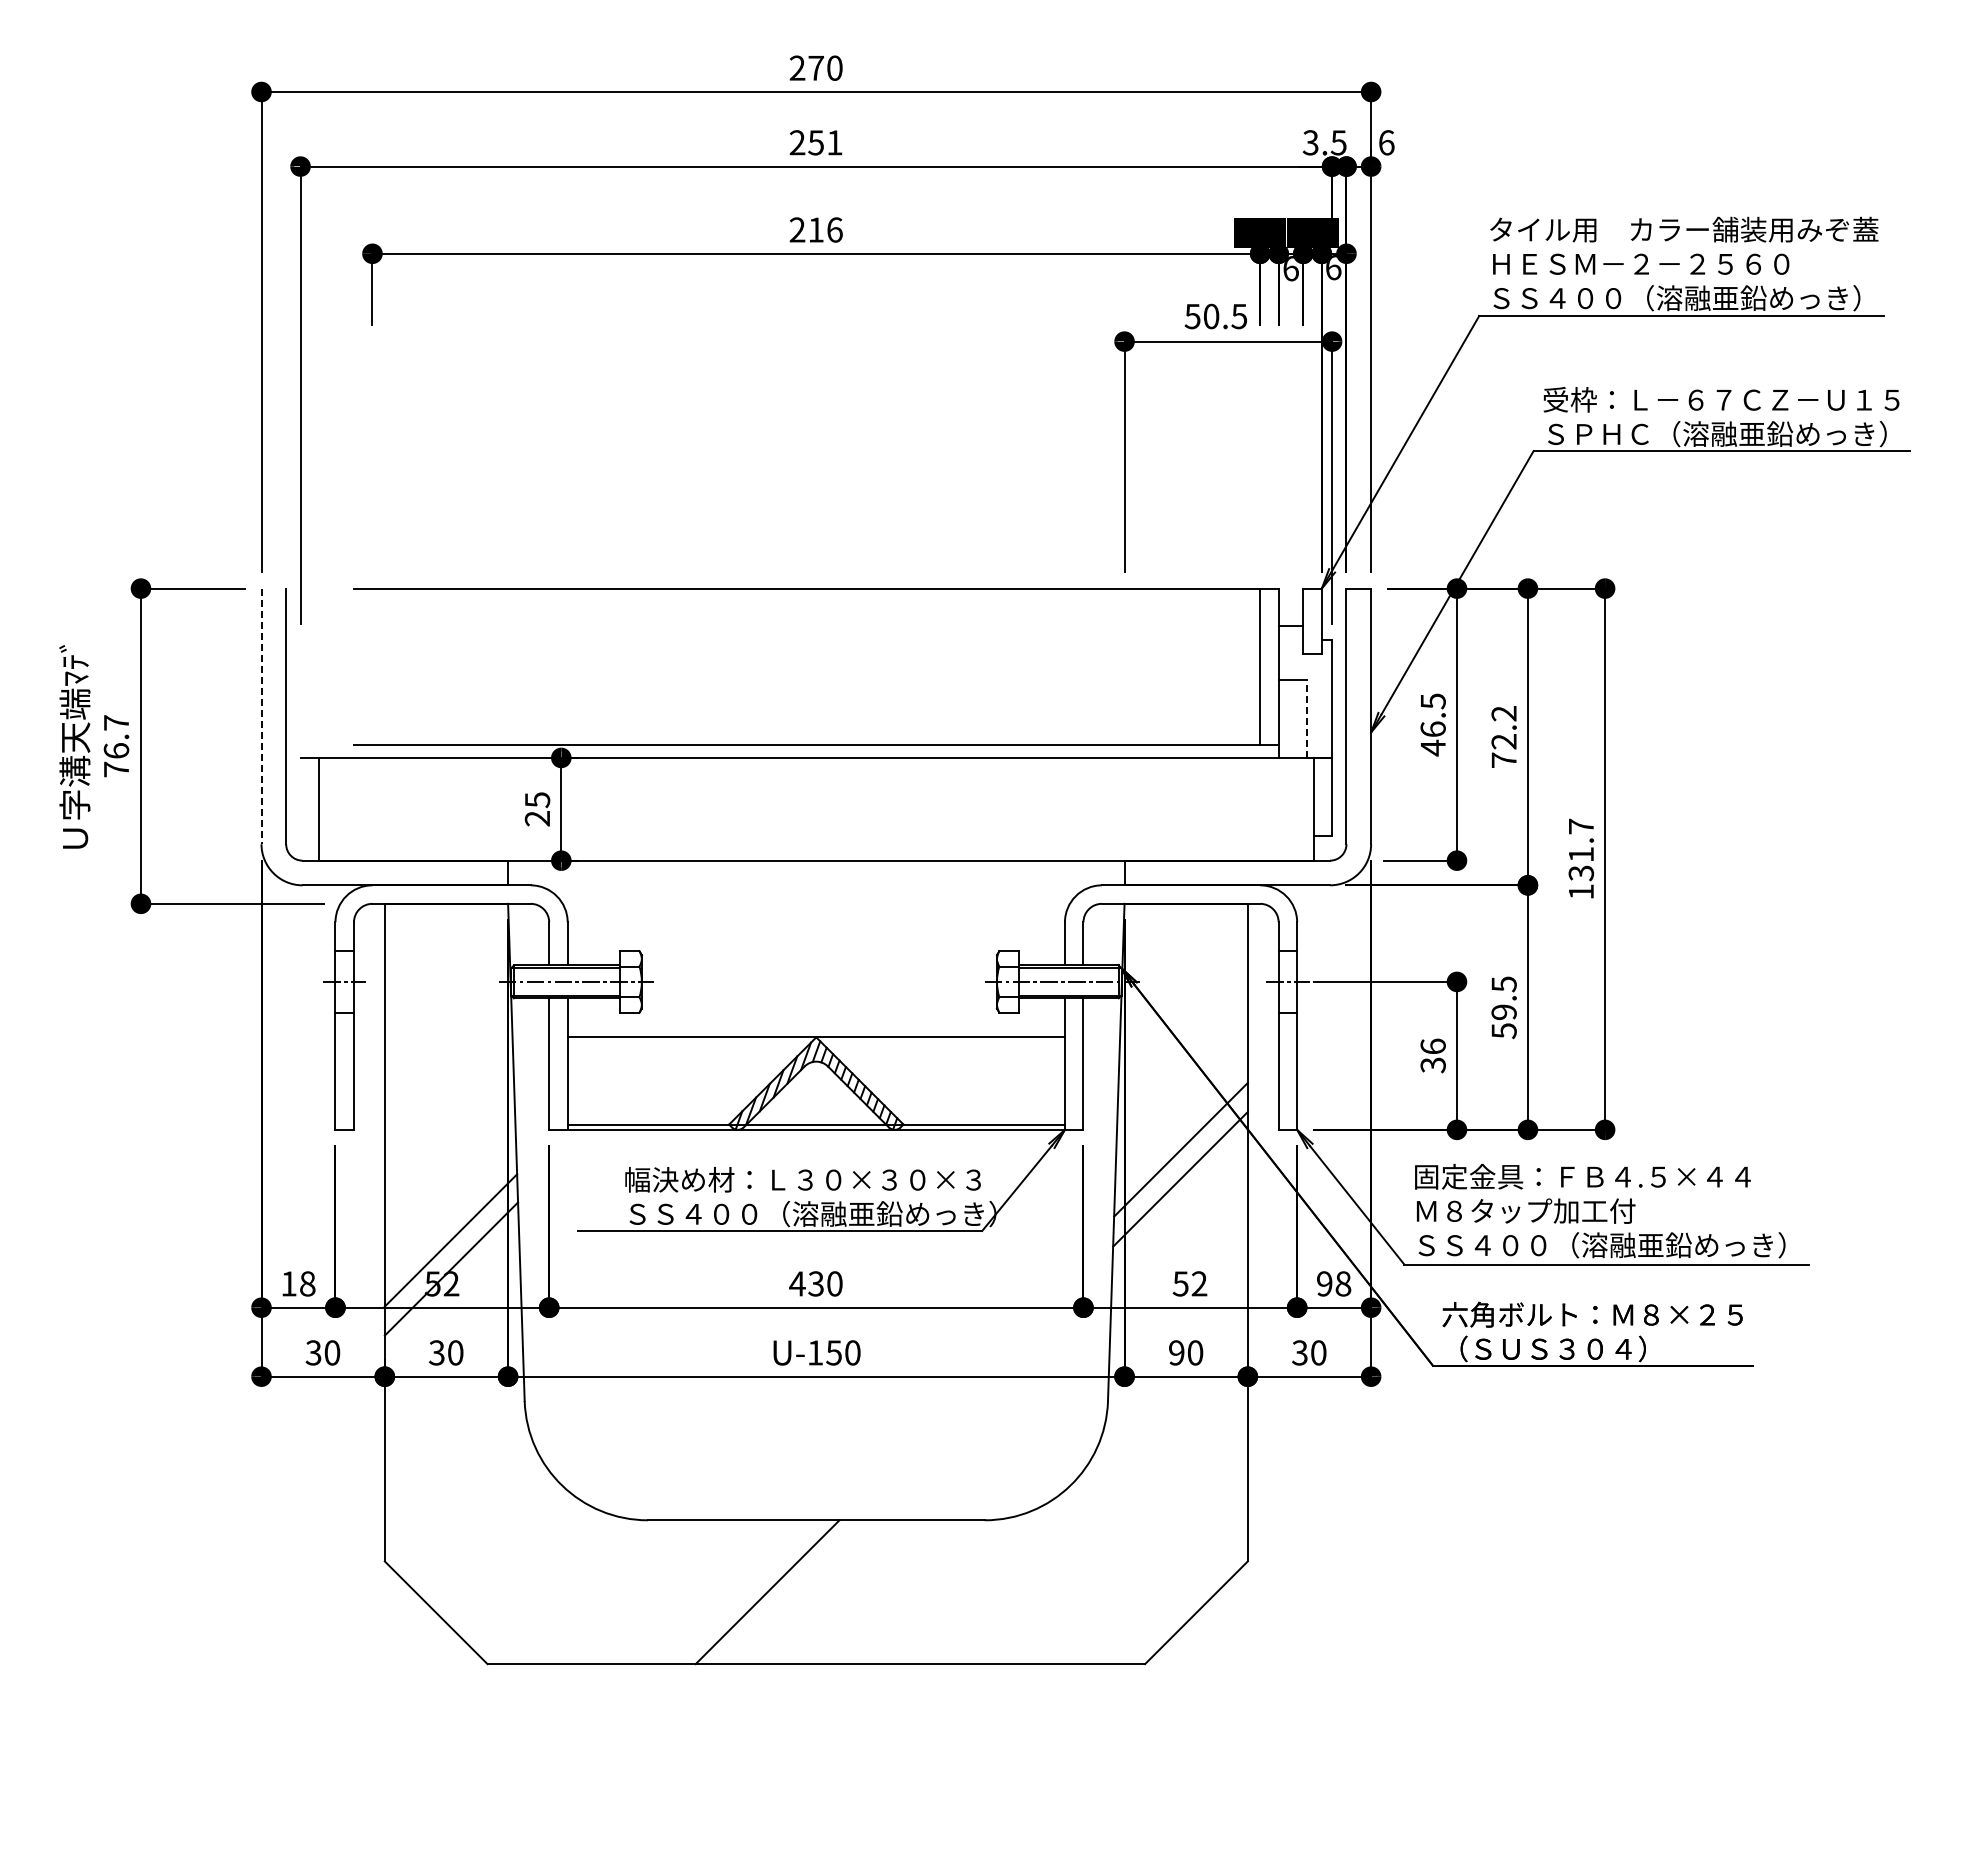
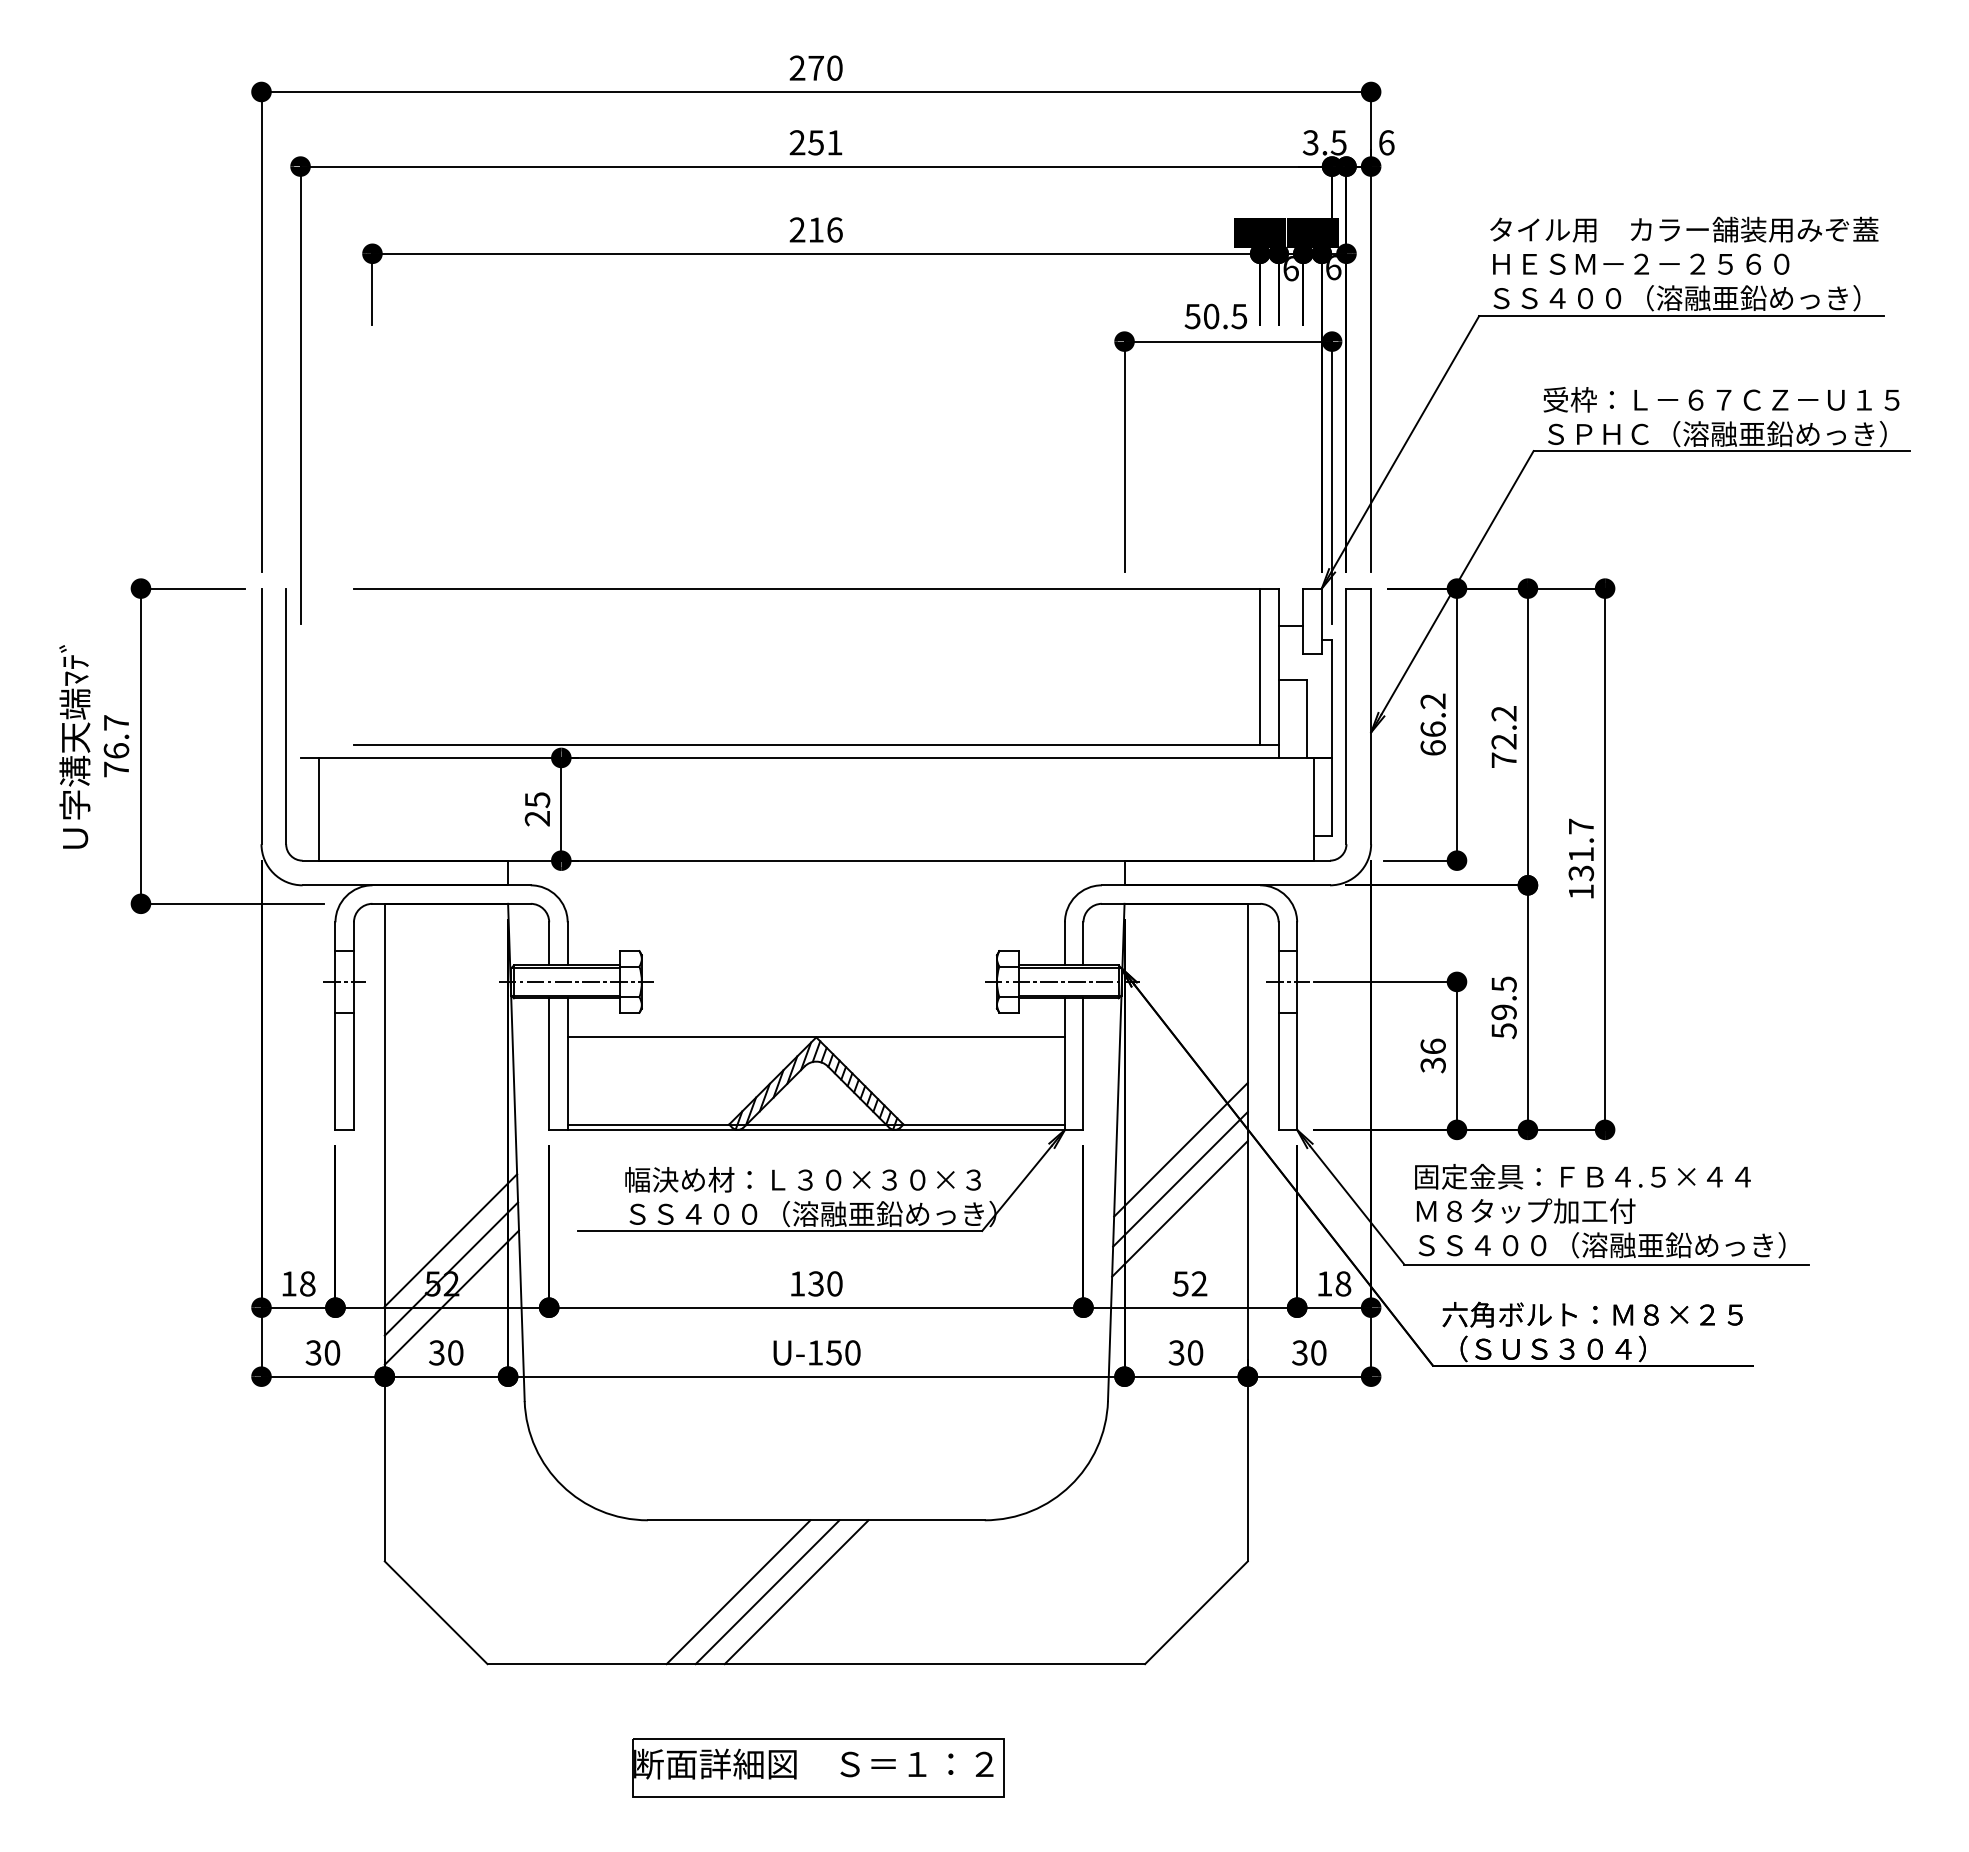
line at (261, 716): dashed -> solid
line at (1307, 718): dashed -> solid
text at (1432, 724): 46.5 -> 66.2
line at (1179, 1208): none -> present
text at (797, 1283): 430 -> 130
text at (1324, 1283): 98 -> 18
line at (451, 1297): none -> present
text at (1176, 1352): 90 -> 30
line at (738, 1592): none -> present
line at (796, 1592): none -> present
part at (818, 1767): none -> present
